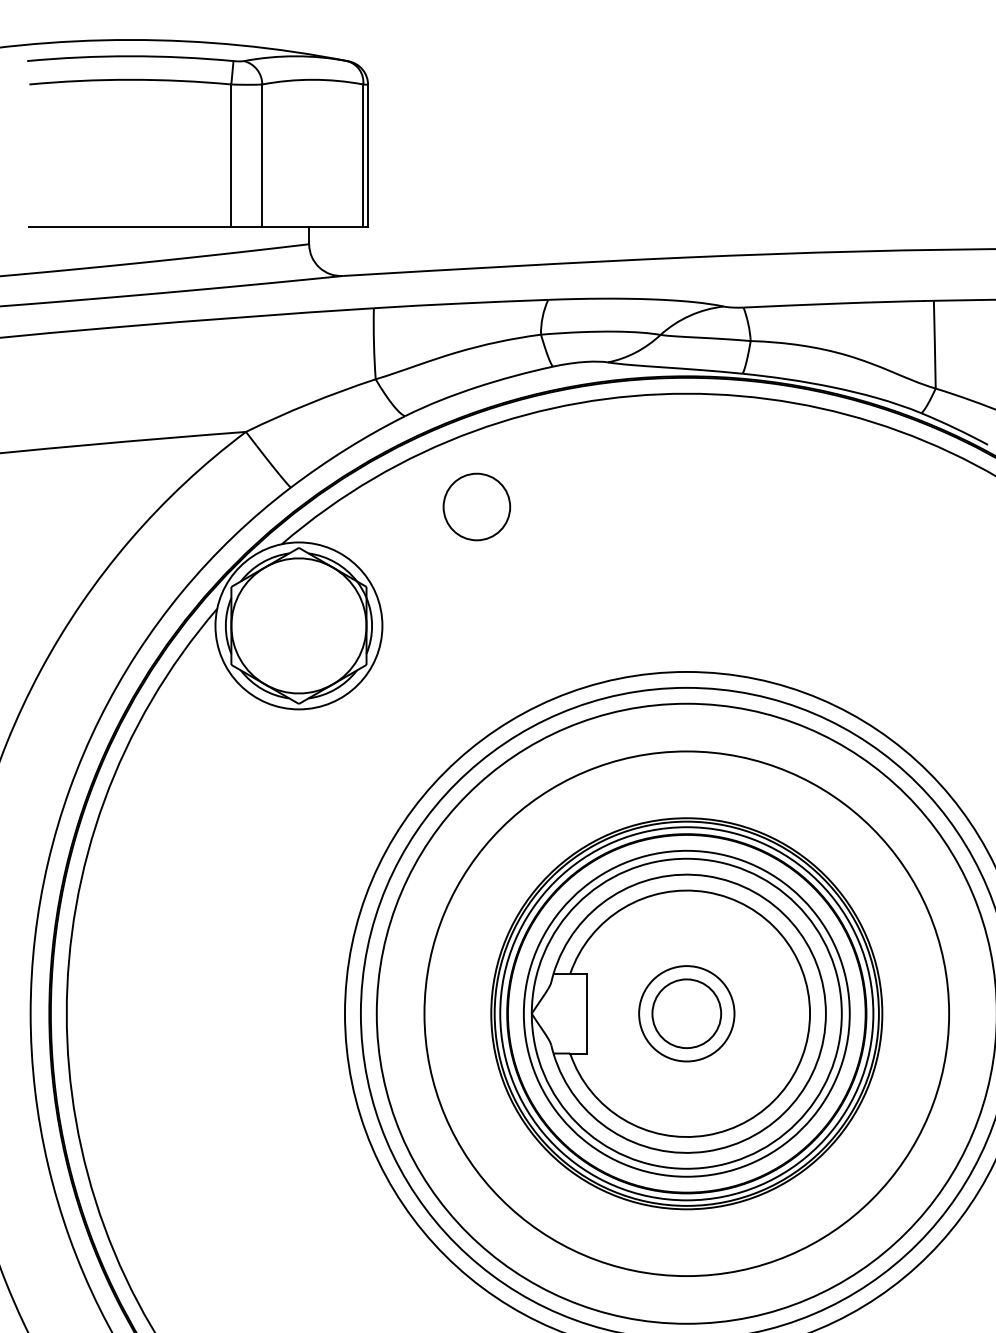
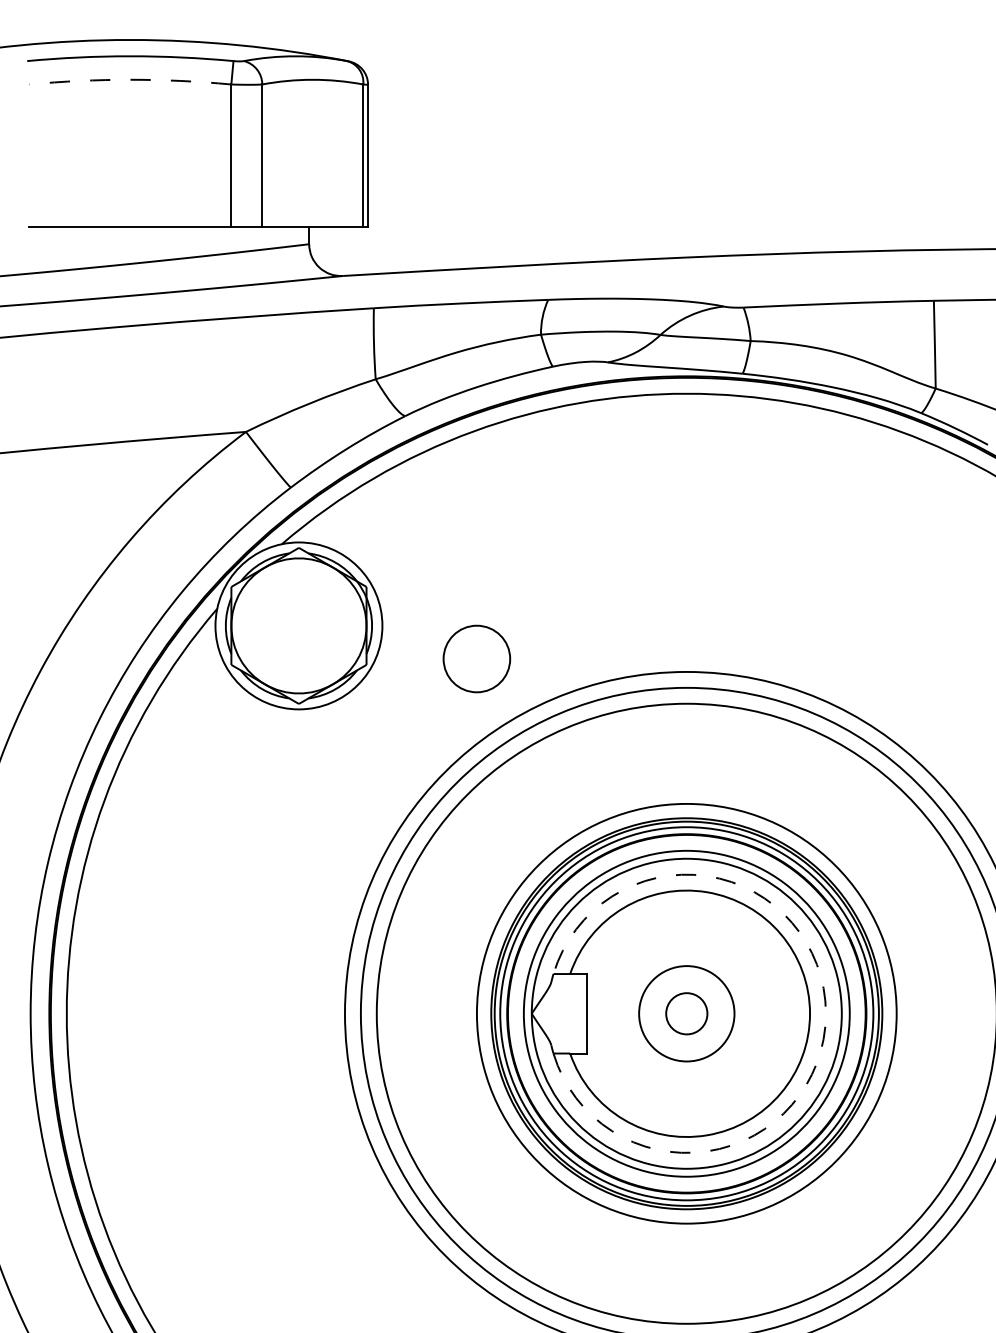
arc at (130, 79): solid -> dashed
circle at (476, 506) position: (476, 506) -> (476, 658)
circle at (686, 1013) diameter: 525 px -> 420 px
circle at (686, 1013) diameter: 69 px -> 41 px
arc at (825, 1013): solid -> dashed
